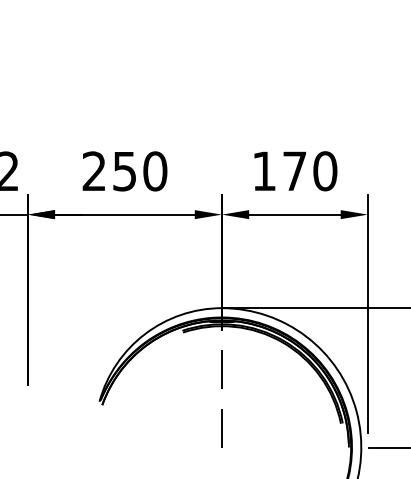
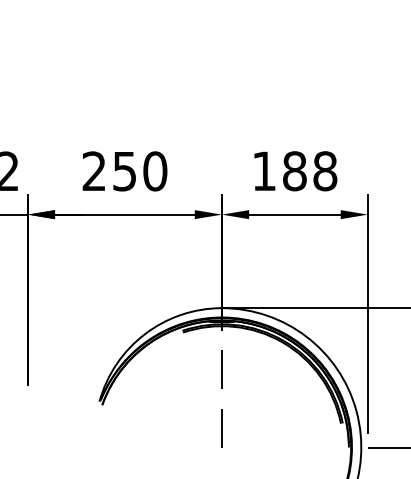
text at (310, 171): 170 -> 188
